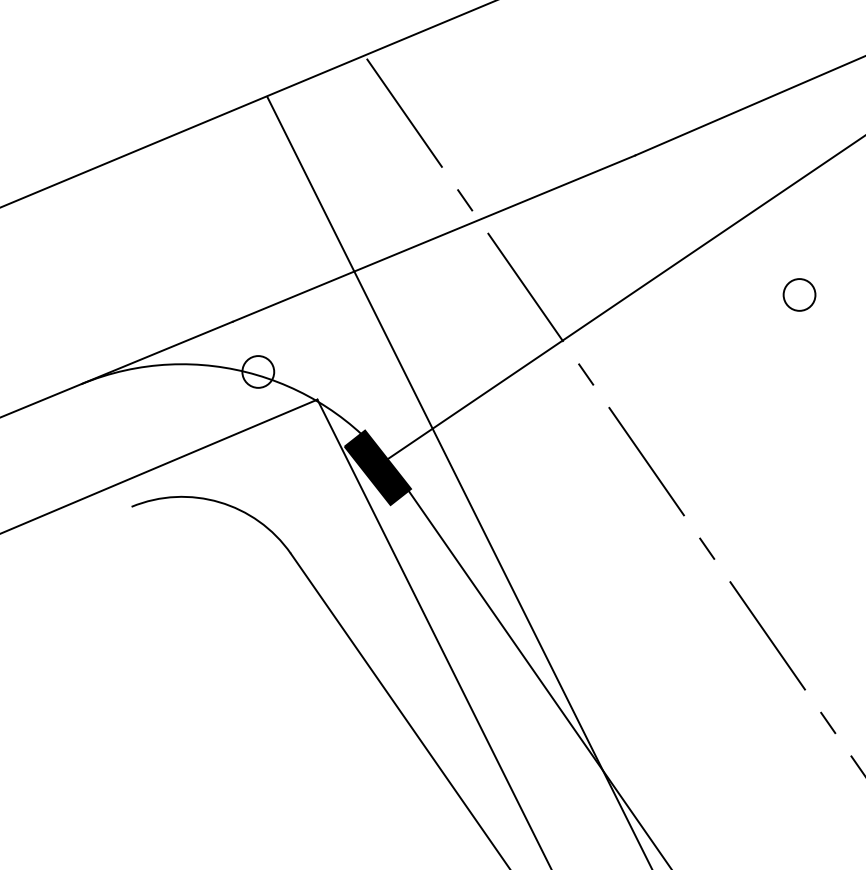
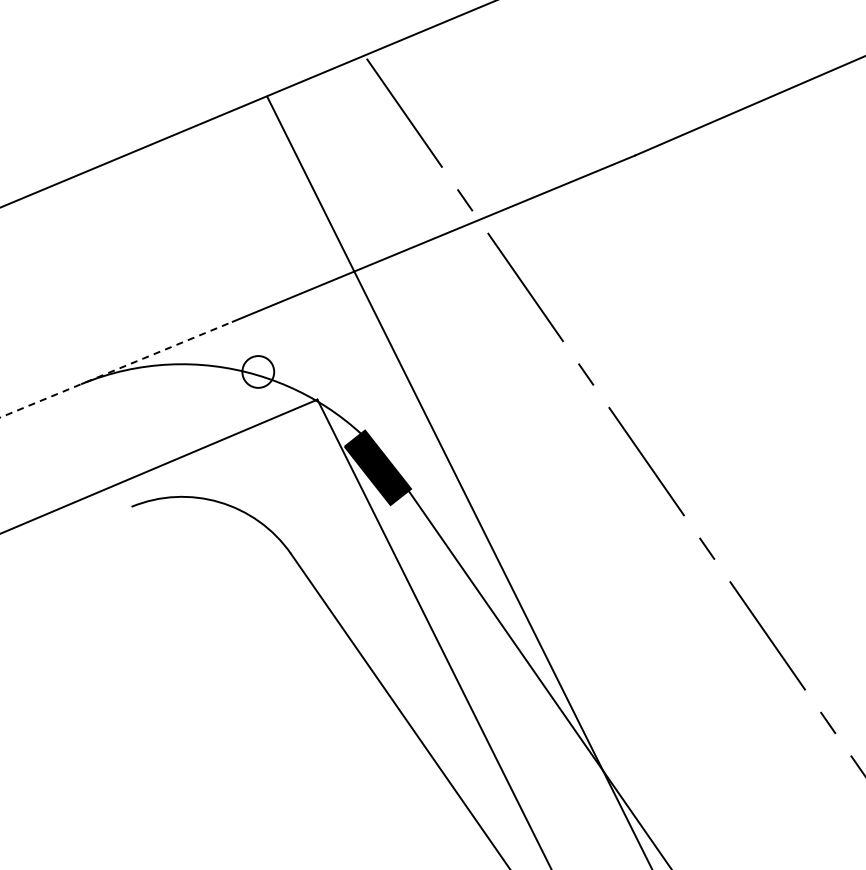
circle at (799, 294): present -> none
line at (623, 298): present -> none
line at (117, 369): solid -> dashed
